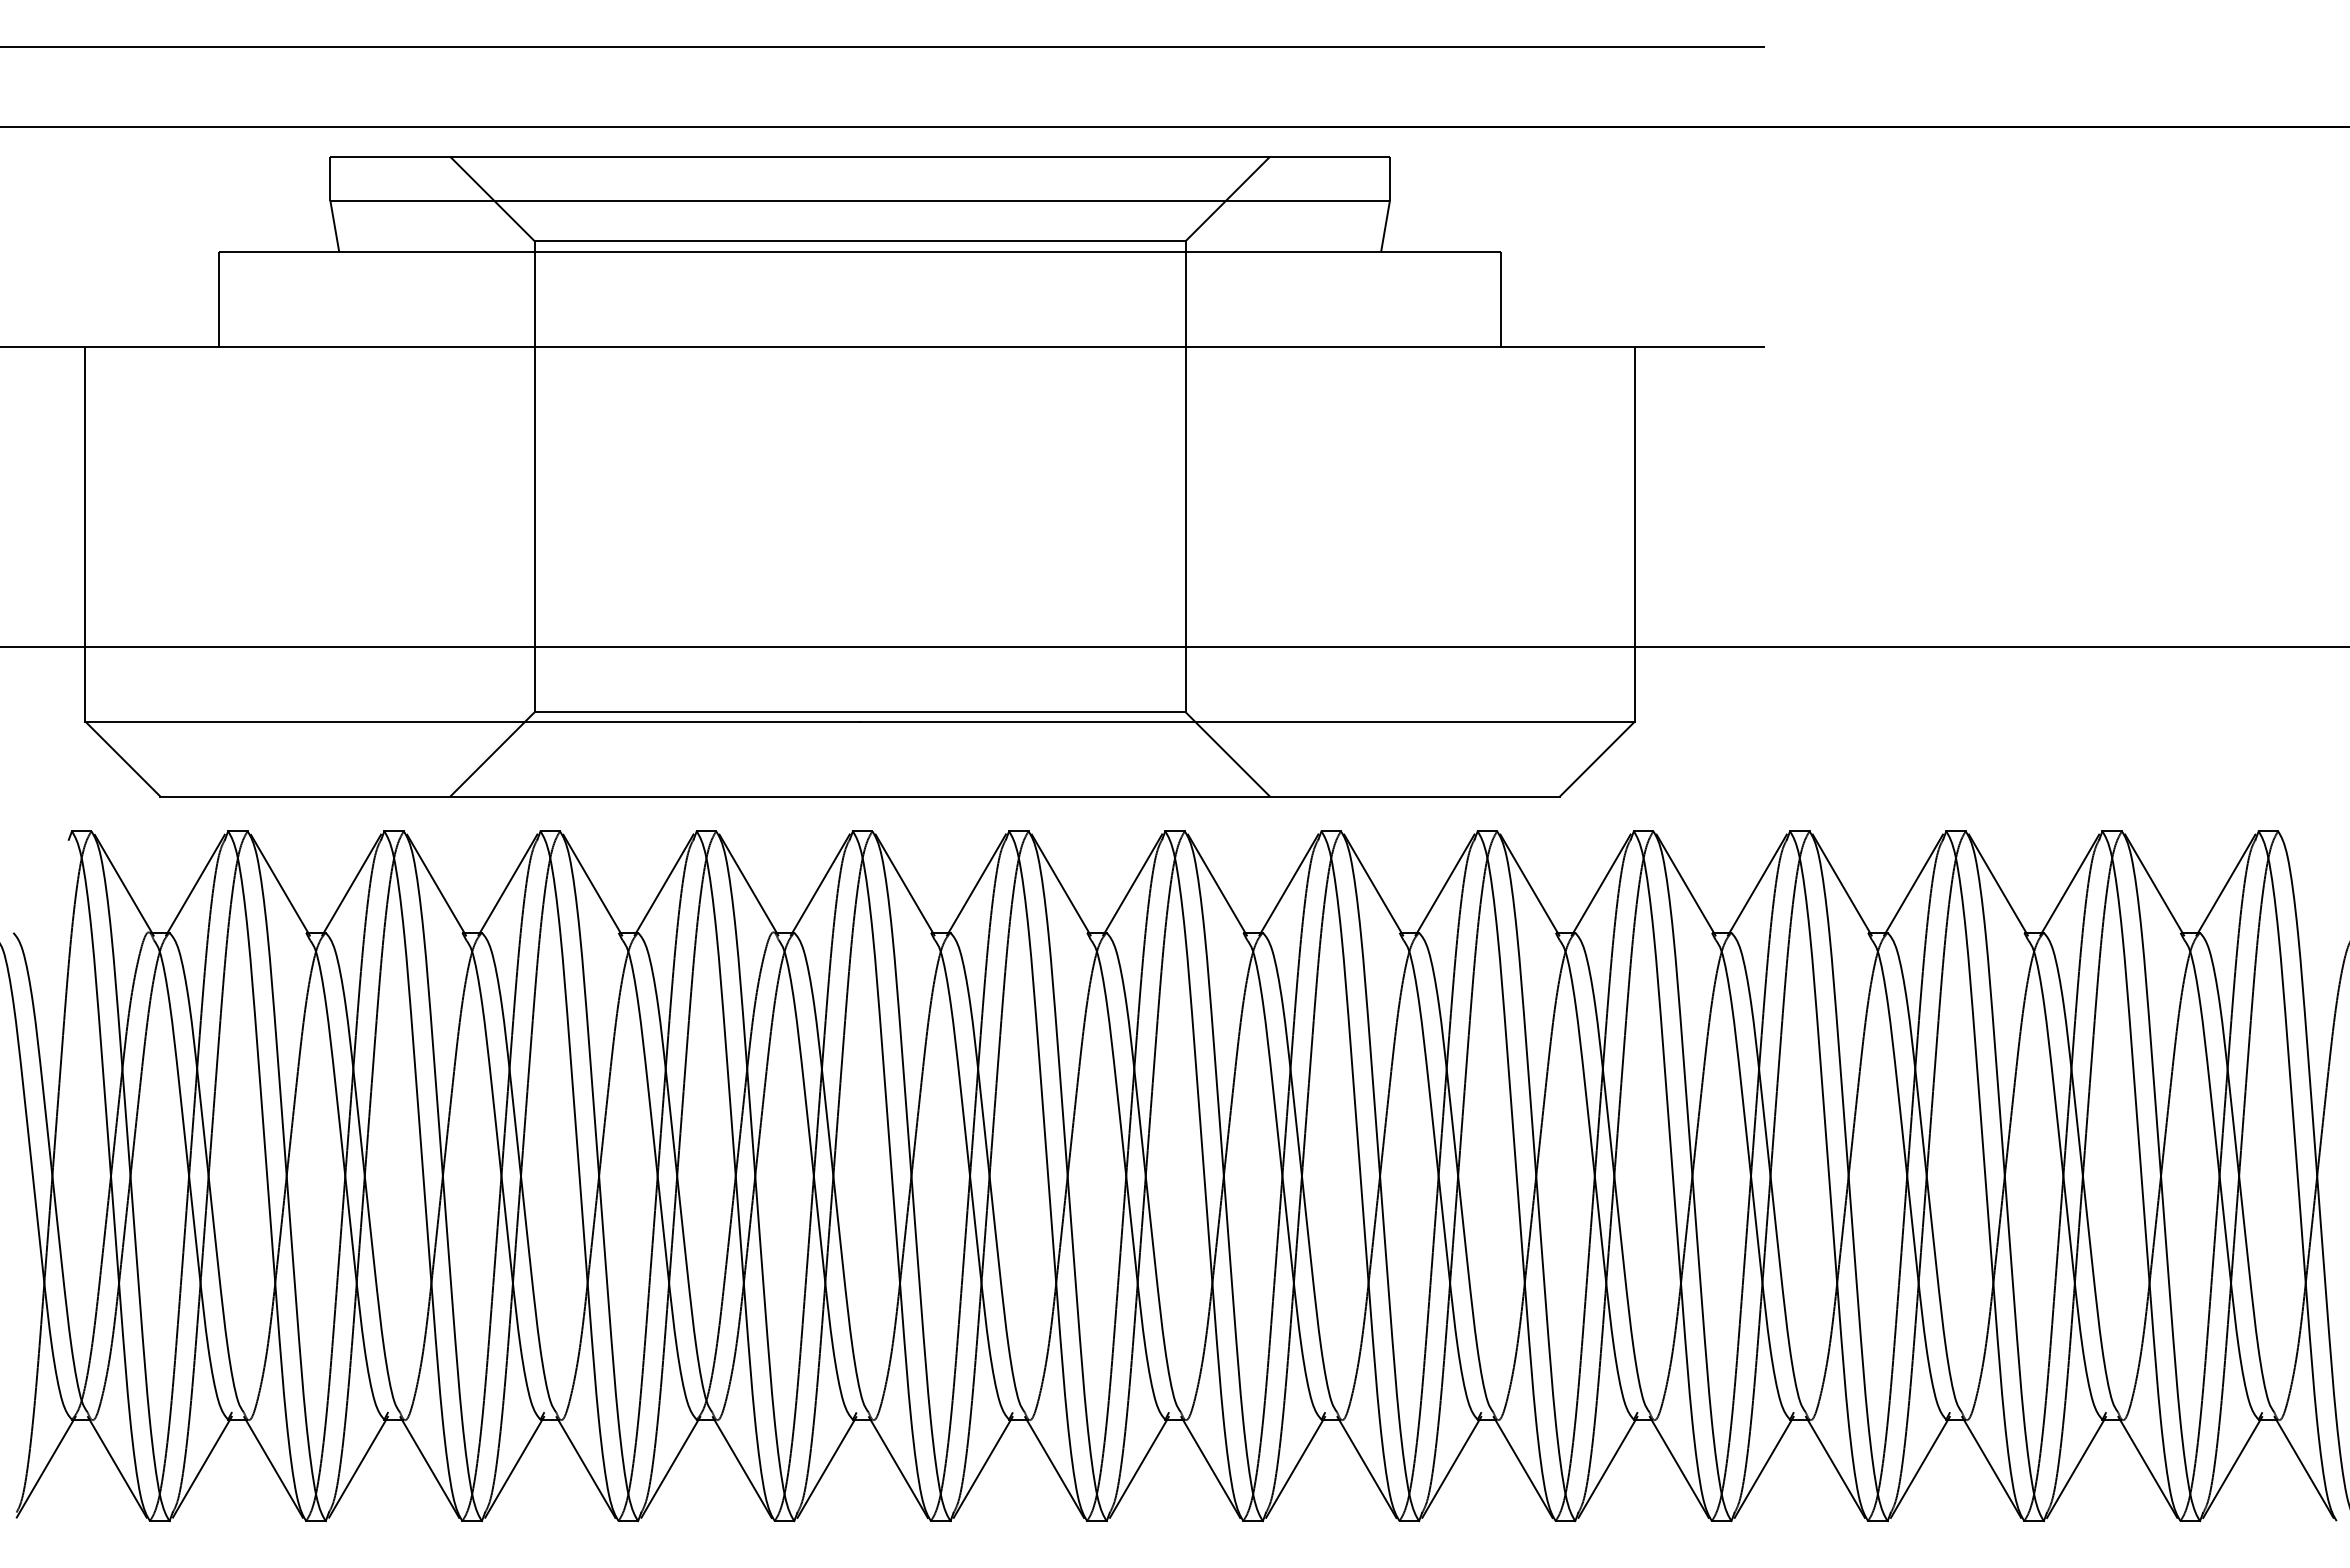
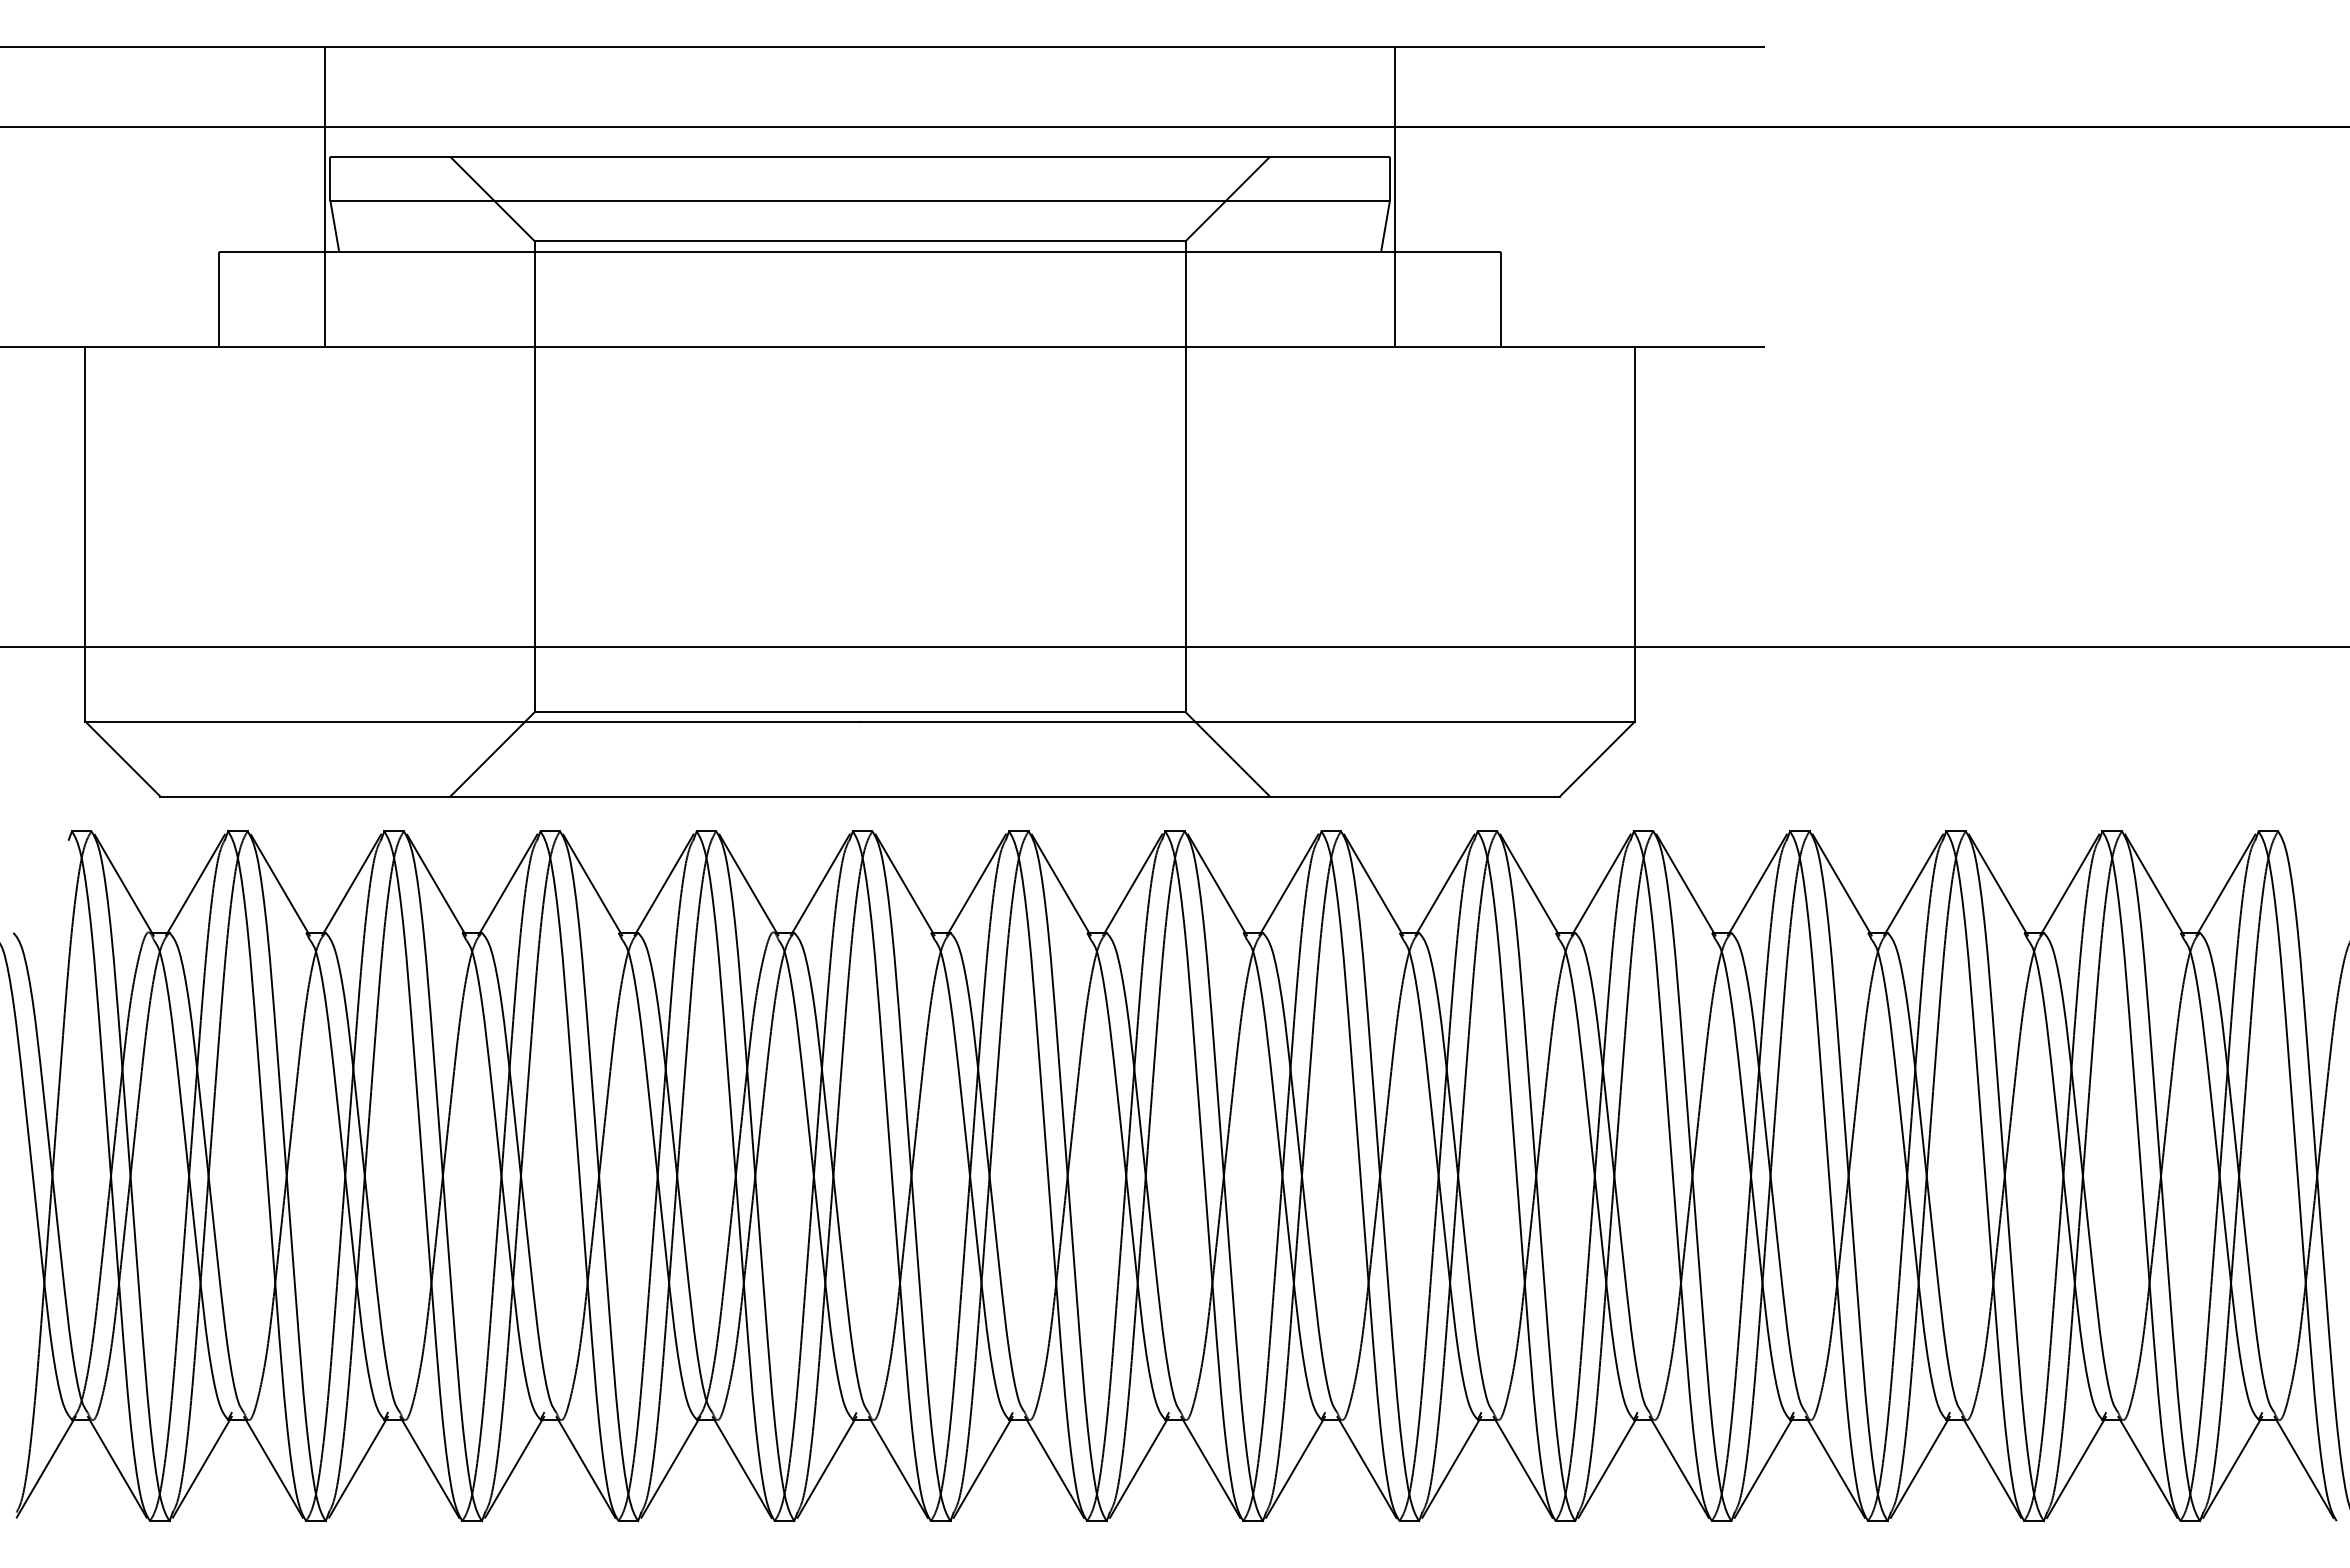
line at (325, 196): none -> present
line at (1394, 196): none -> present
